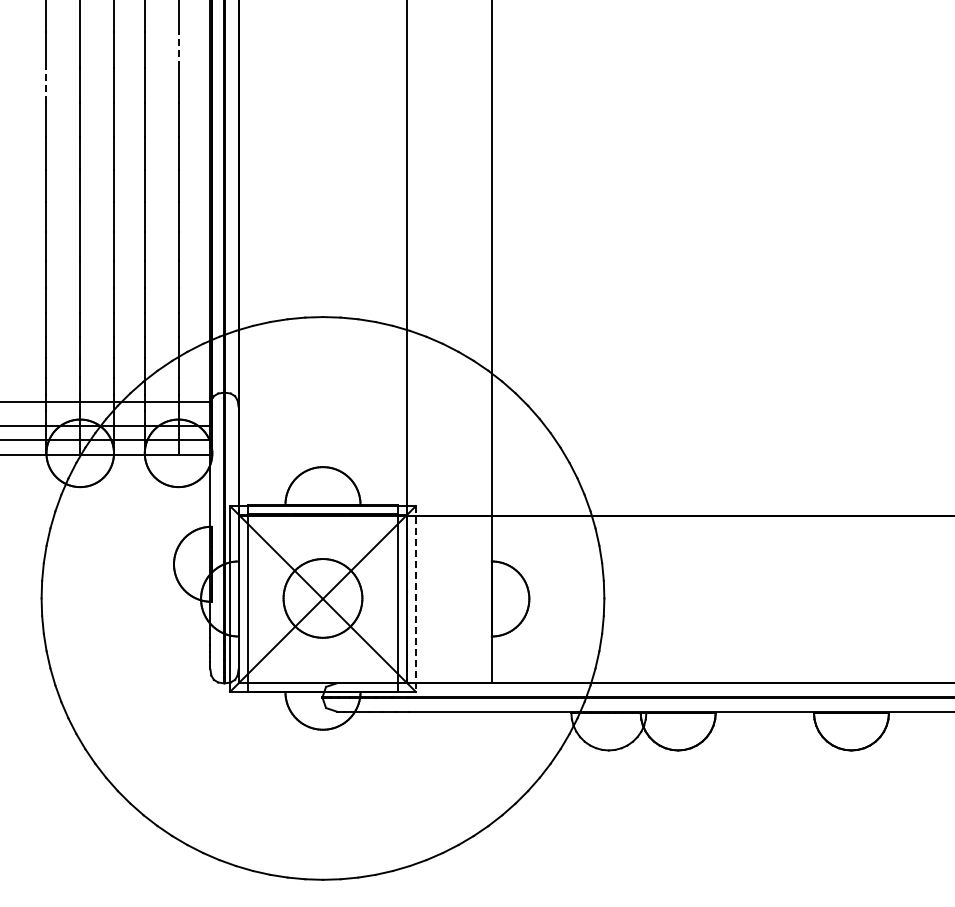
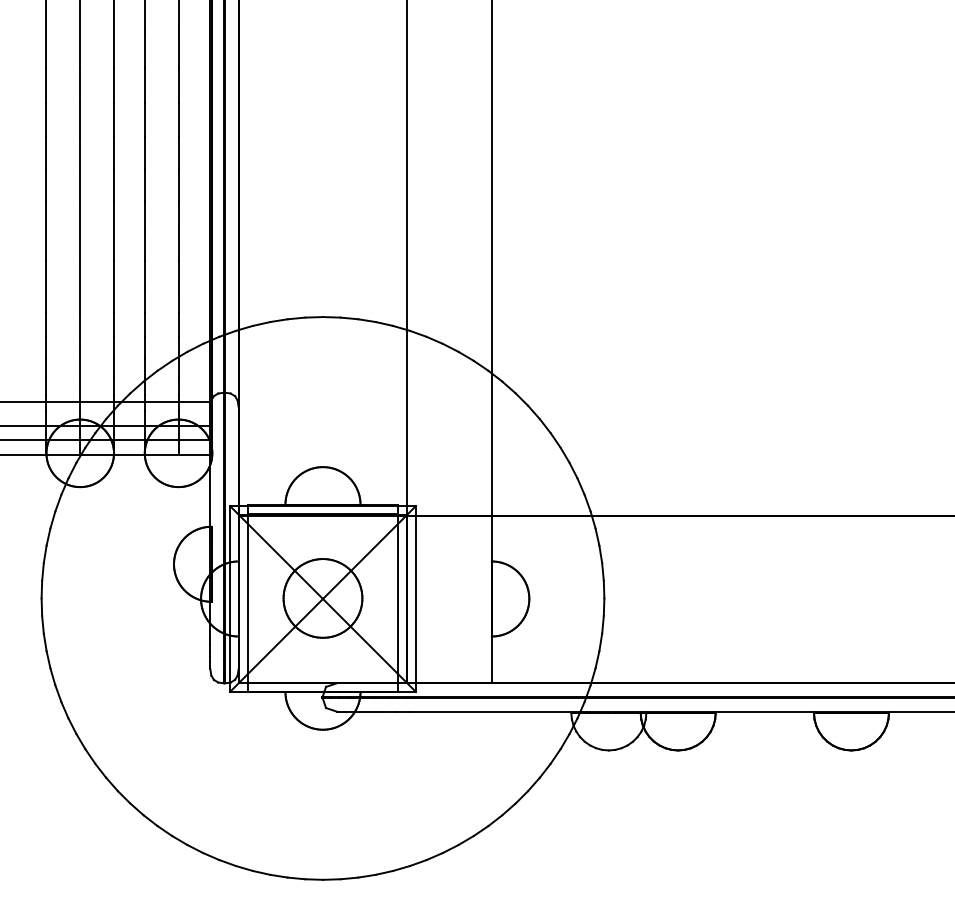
line at (178, 49): dashed -> solid
line at (46, 85): dashed -> solid
line at (415, 598): dashed -> solid
